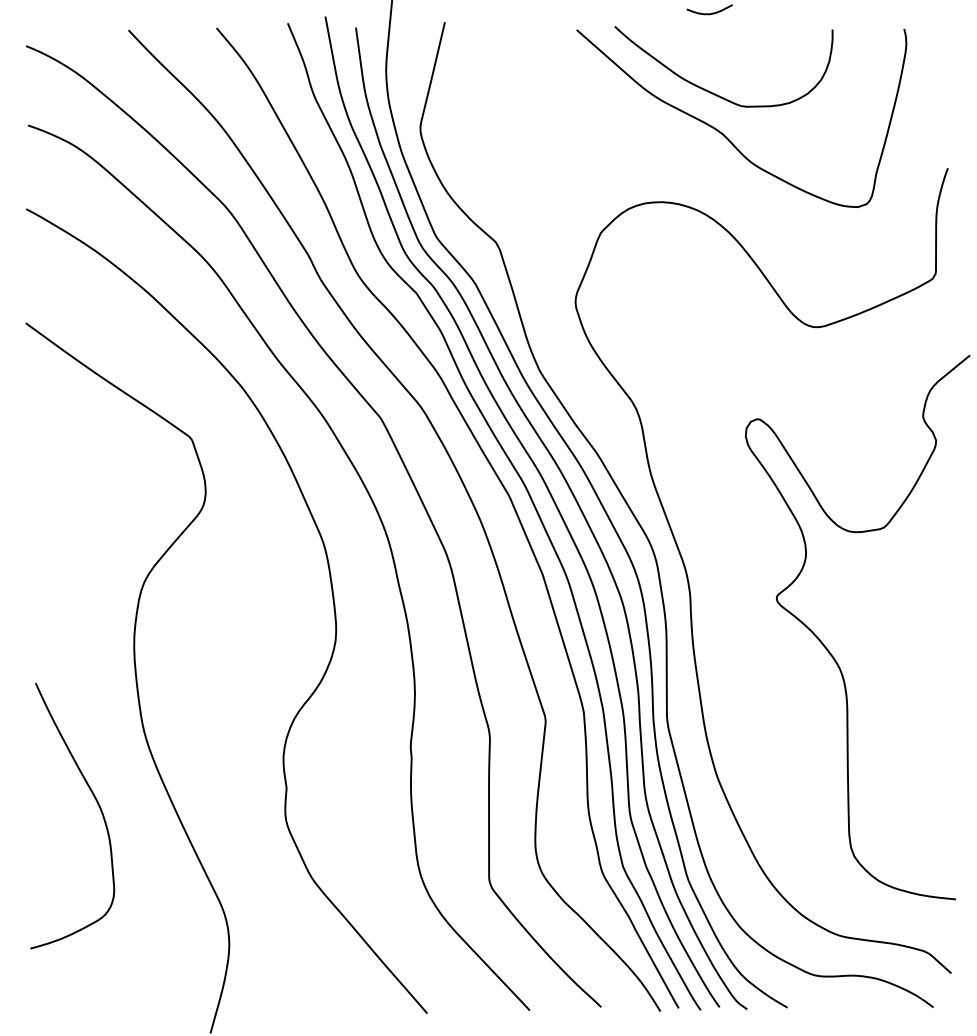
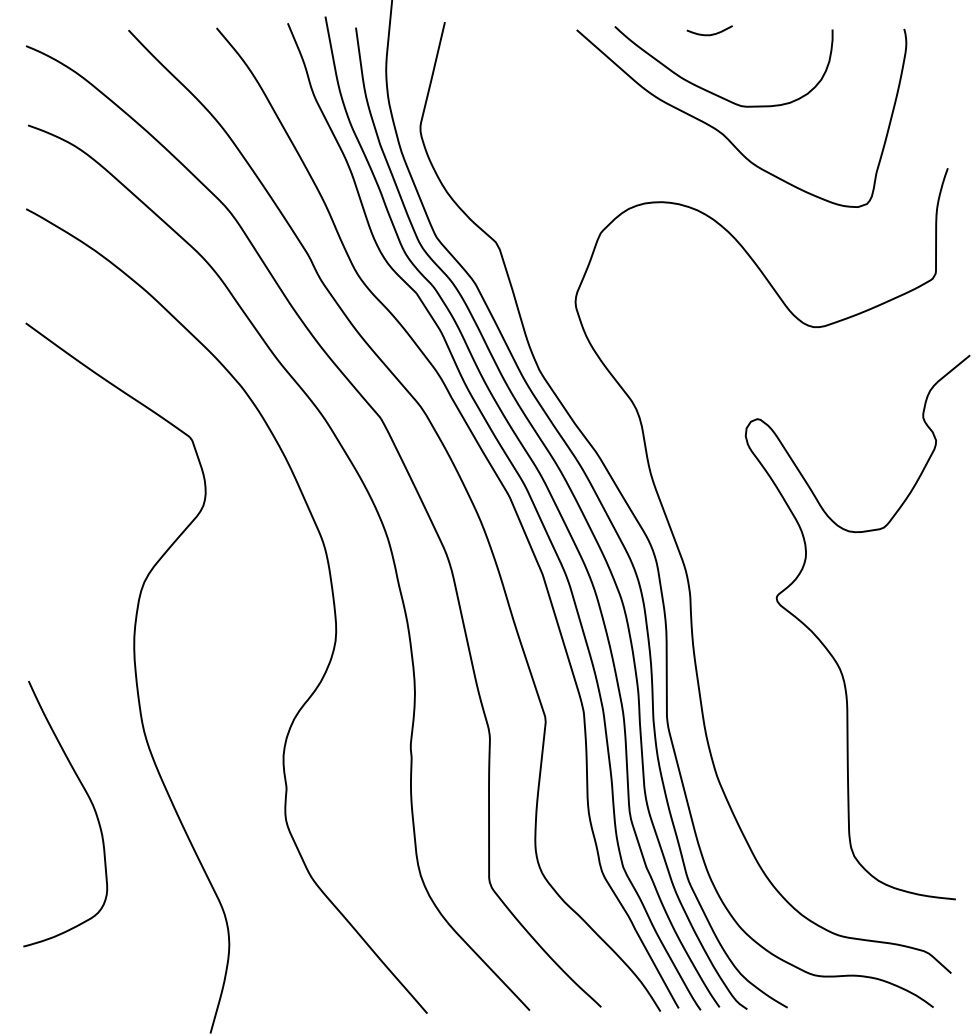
curve at (709, 13) position: (709, 13) -> (709, 34)
curve at (96, 802) position: (96, 802) -> (89, 800)
